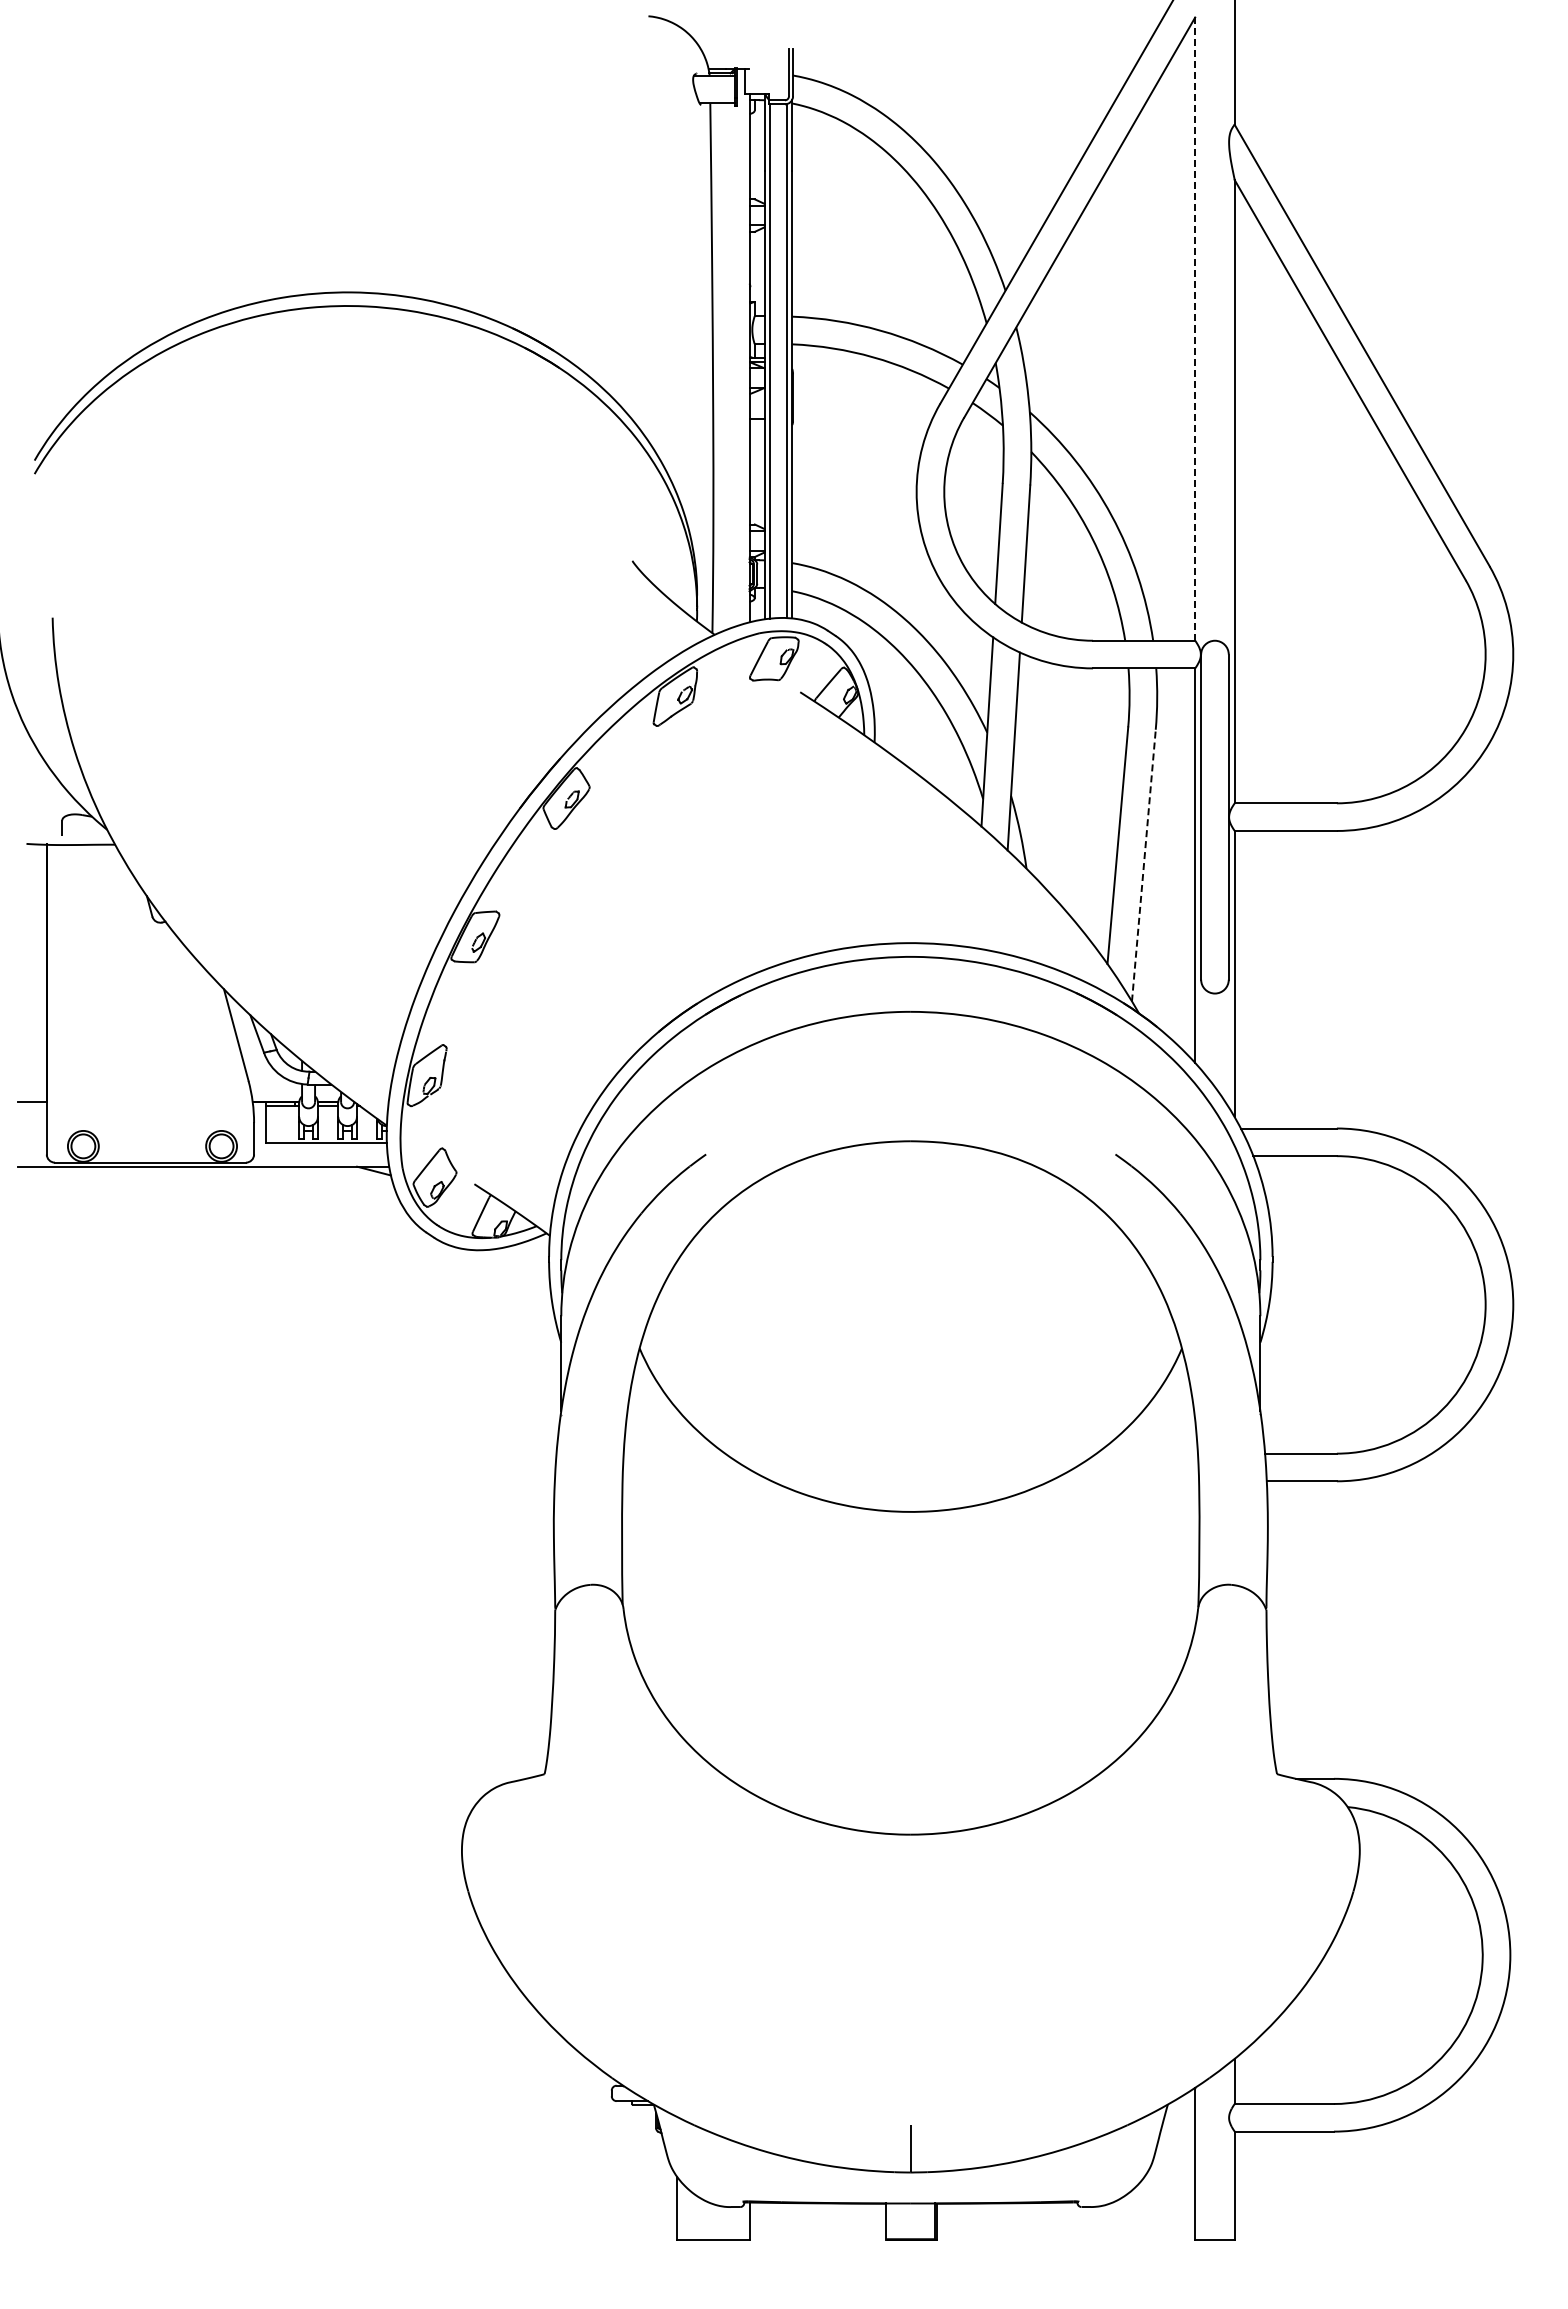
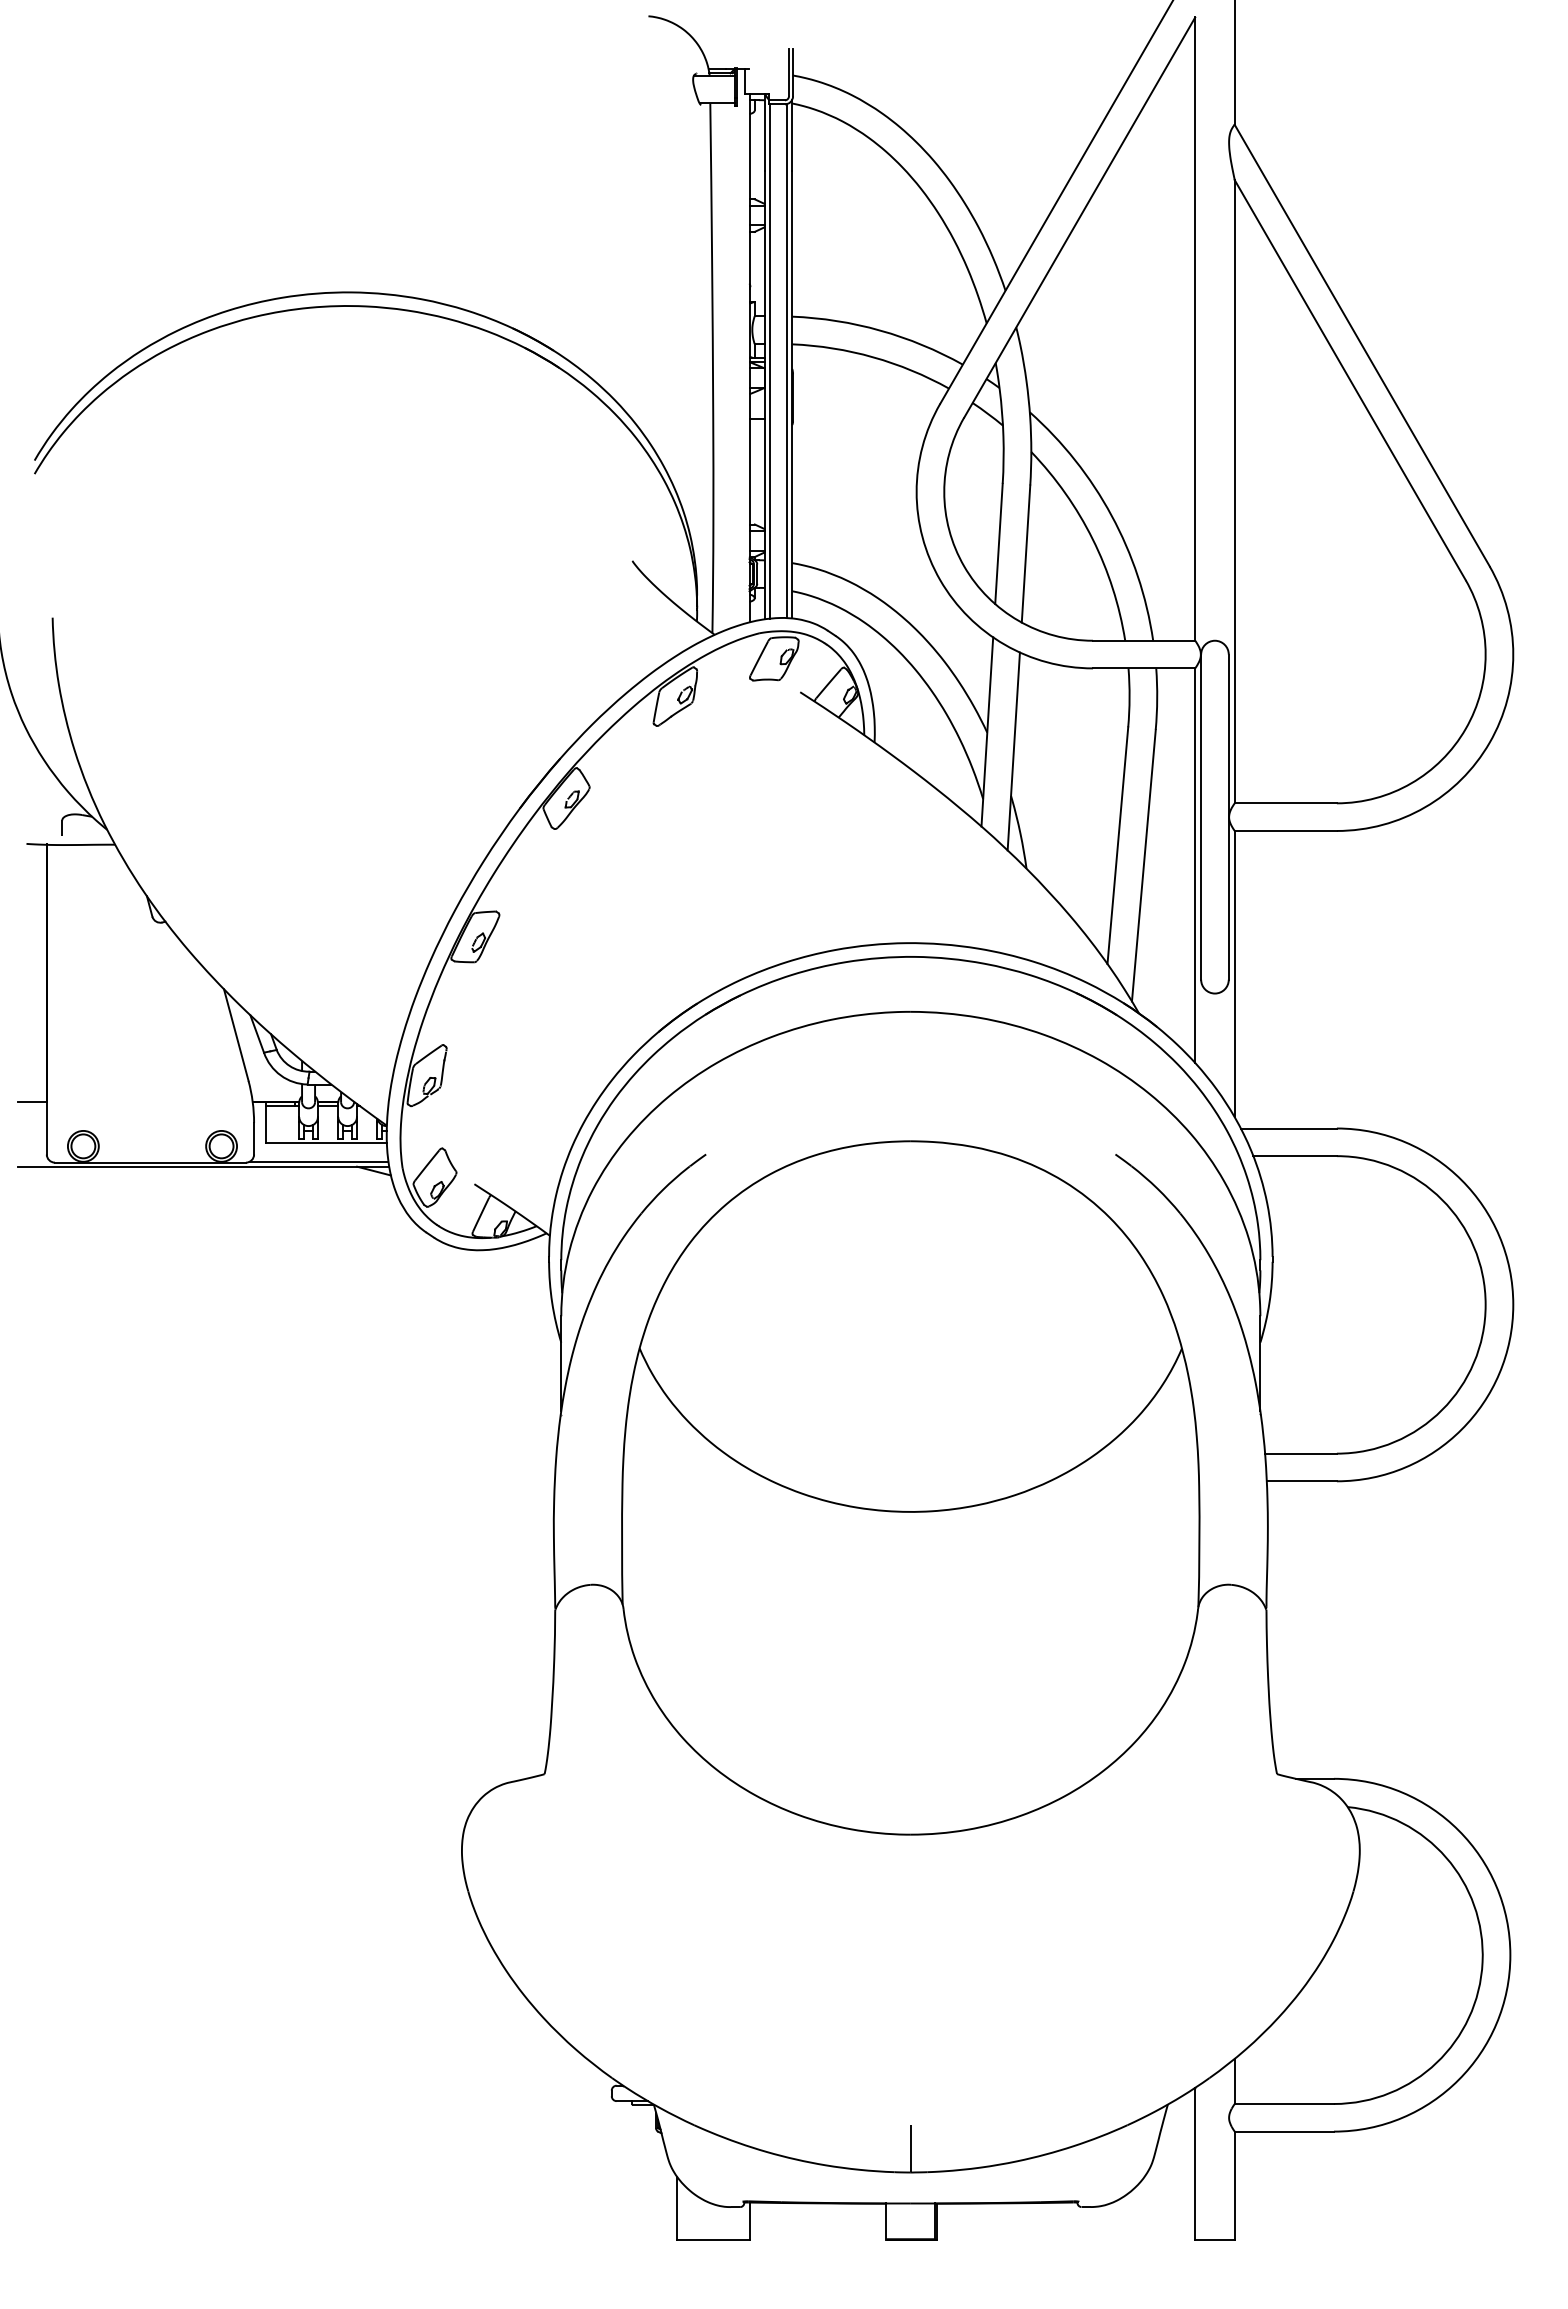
line at (1195, 329): dashed -> solid
line at (1143, 865): dashed -> solid
line at (318, 1161): none -> present
